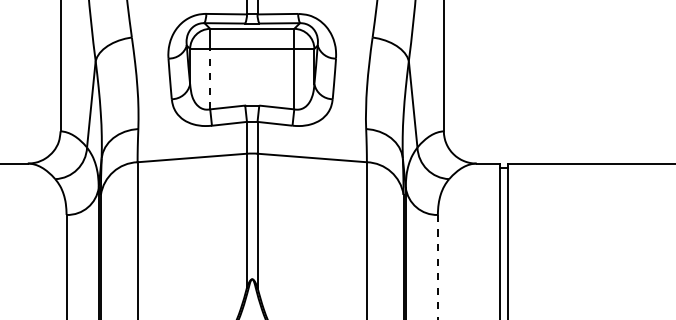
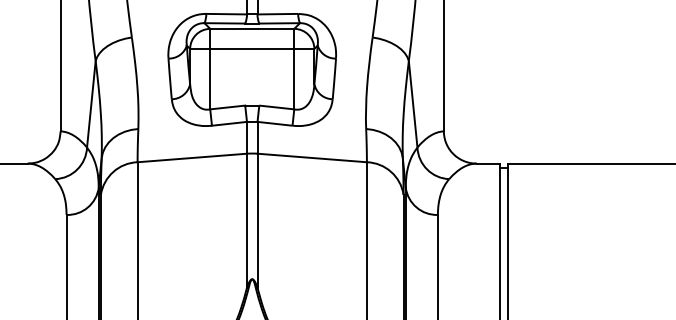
line at (210, 78): dashed -> solid
line at (437, 267): dashed -> solid
